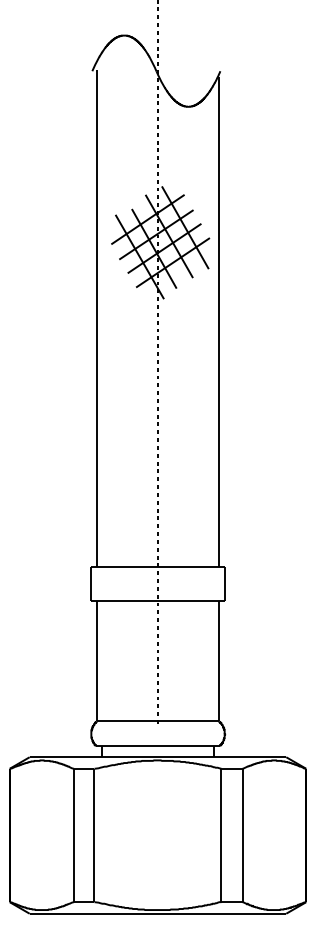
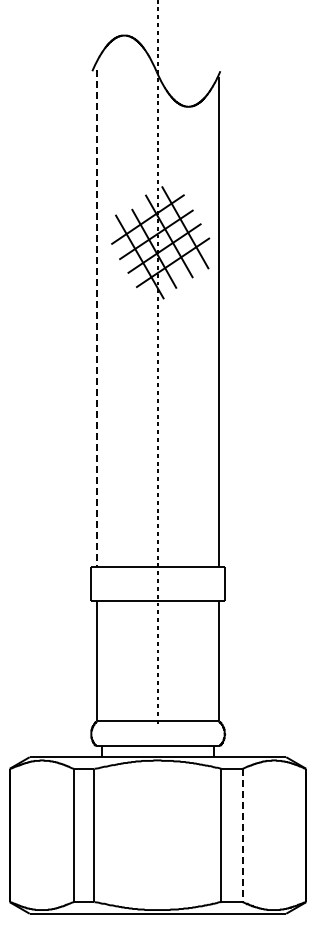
line at (96, 318): solid -> dashed
line at (242, 835): solid -> dashed
